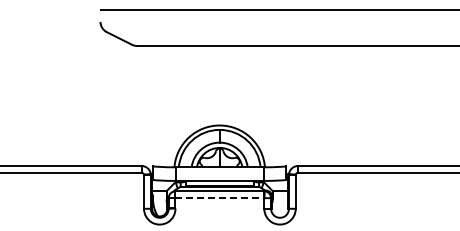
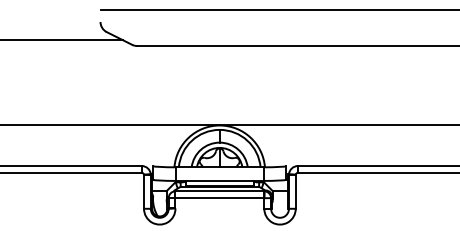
line at (62, 40): none -> present
line at (229, 125): none -> present
line at (220, 198): dashed -> solid
